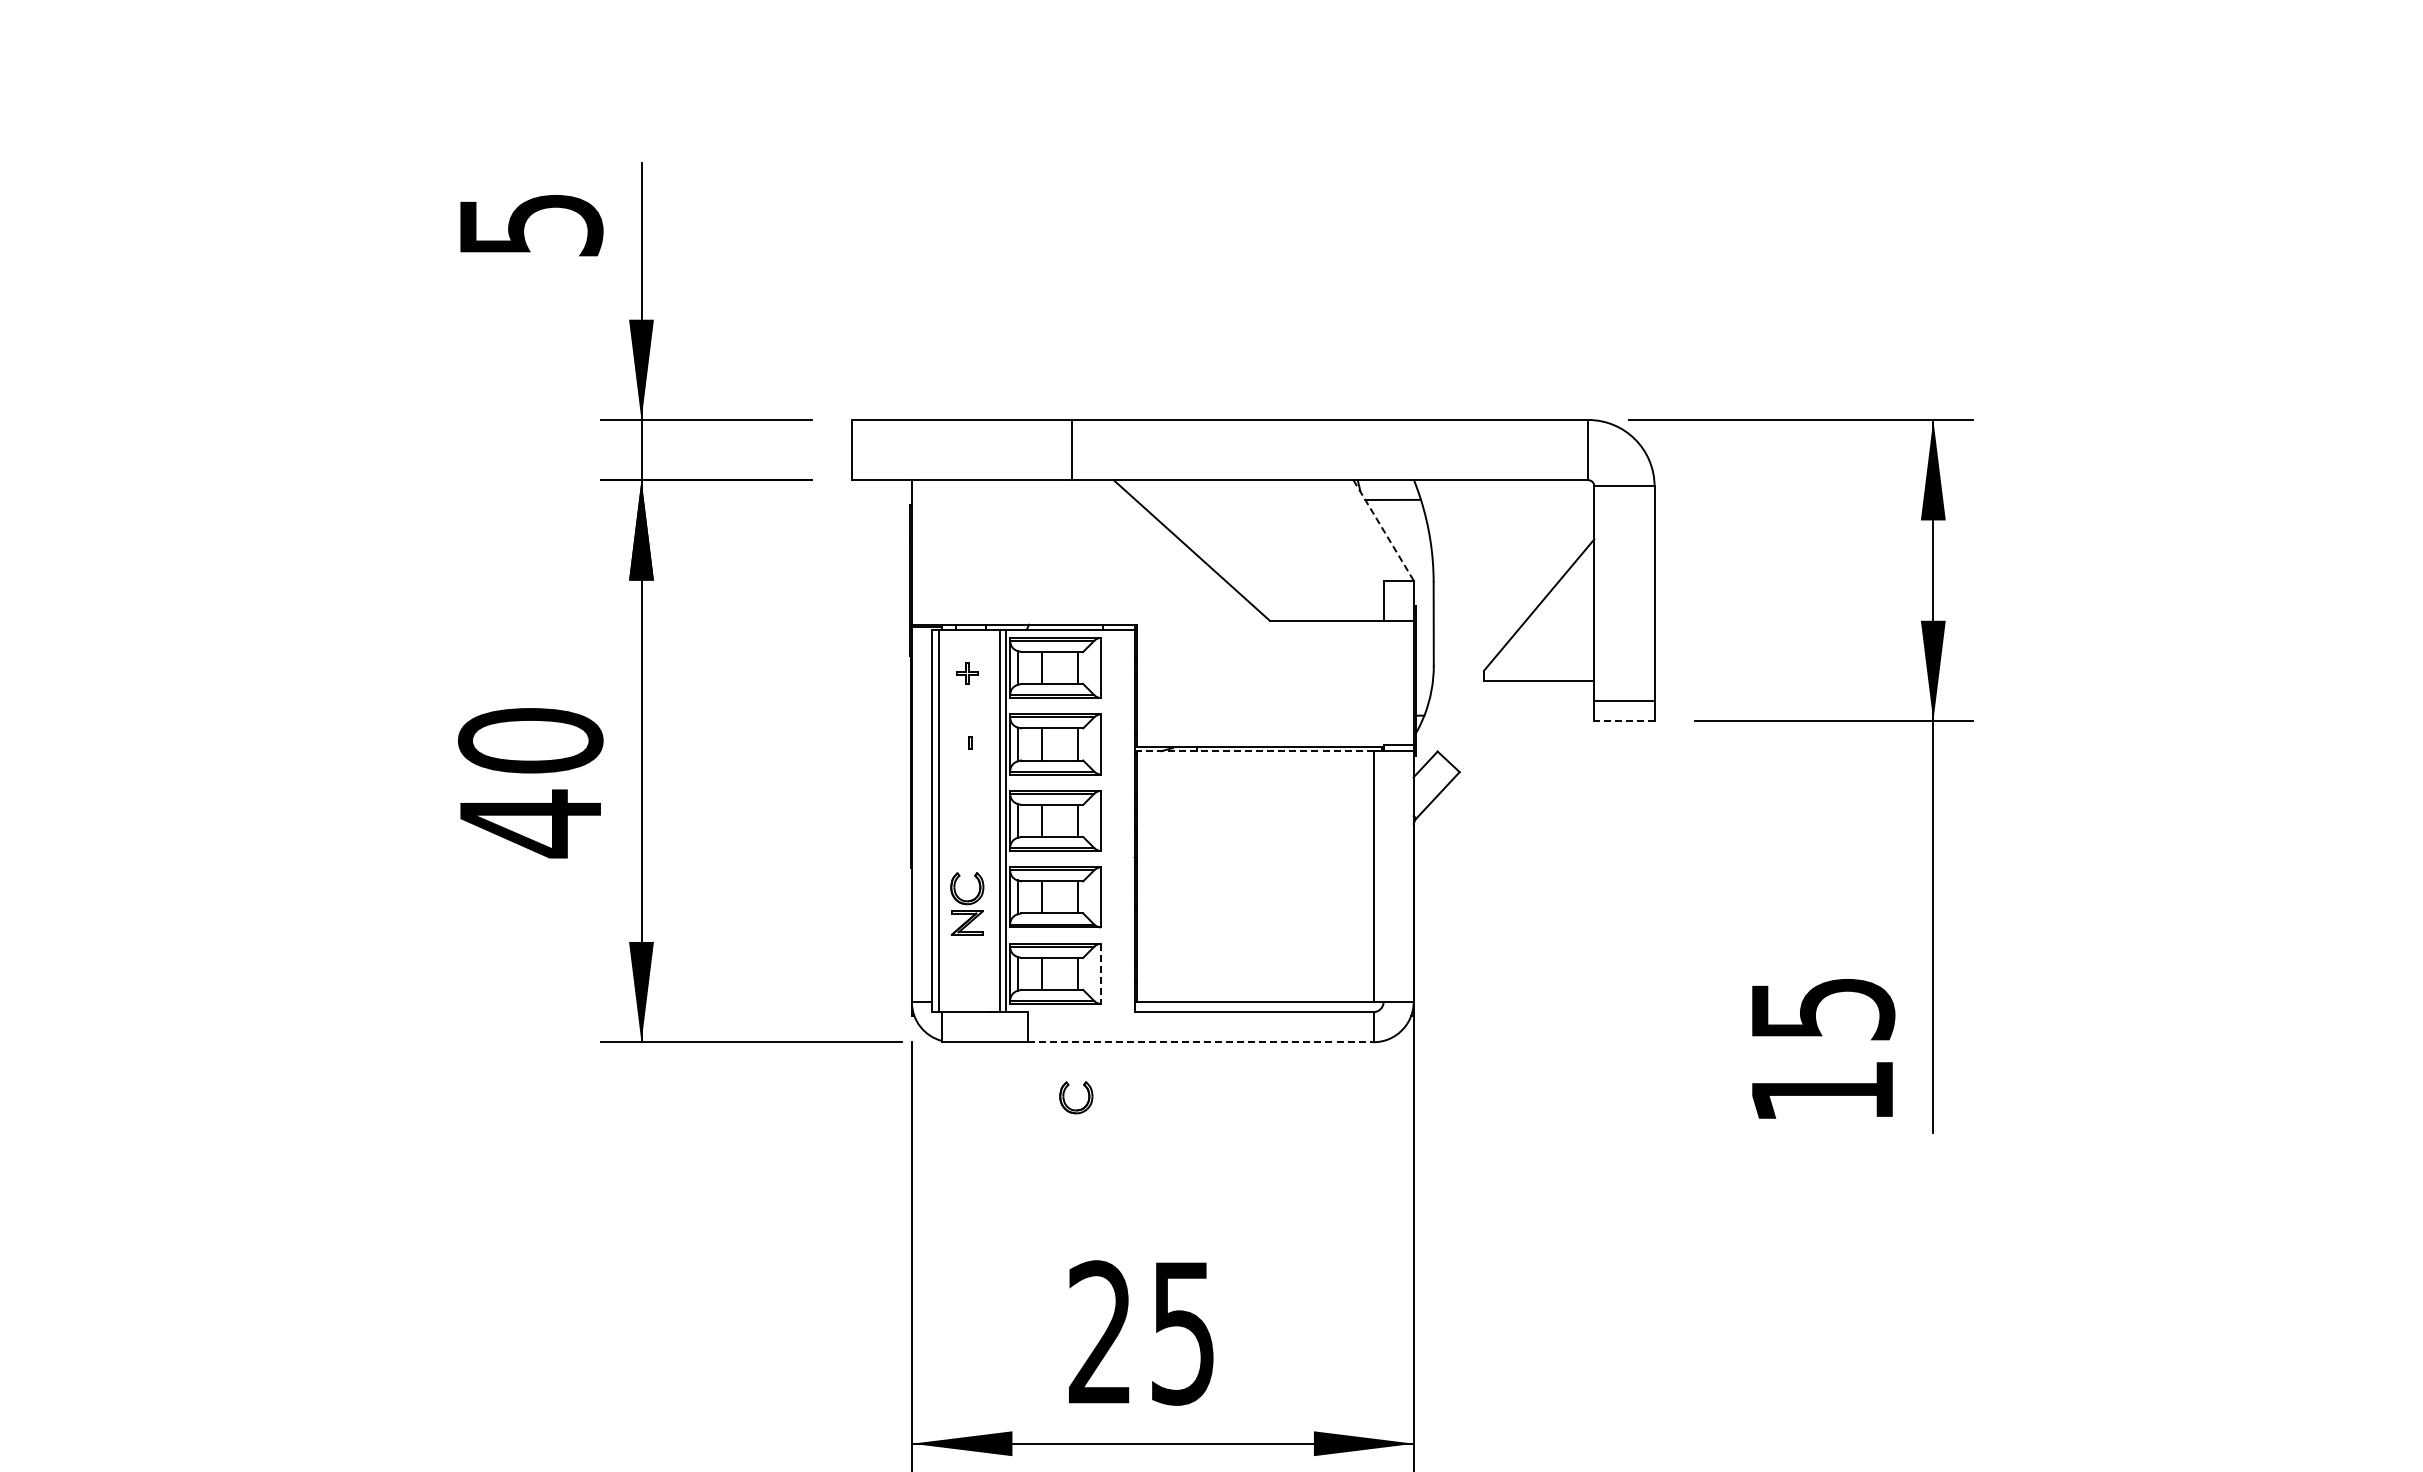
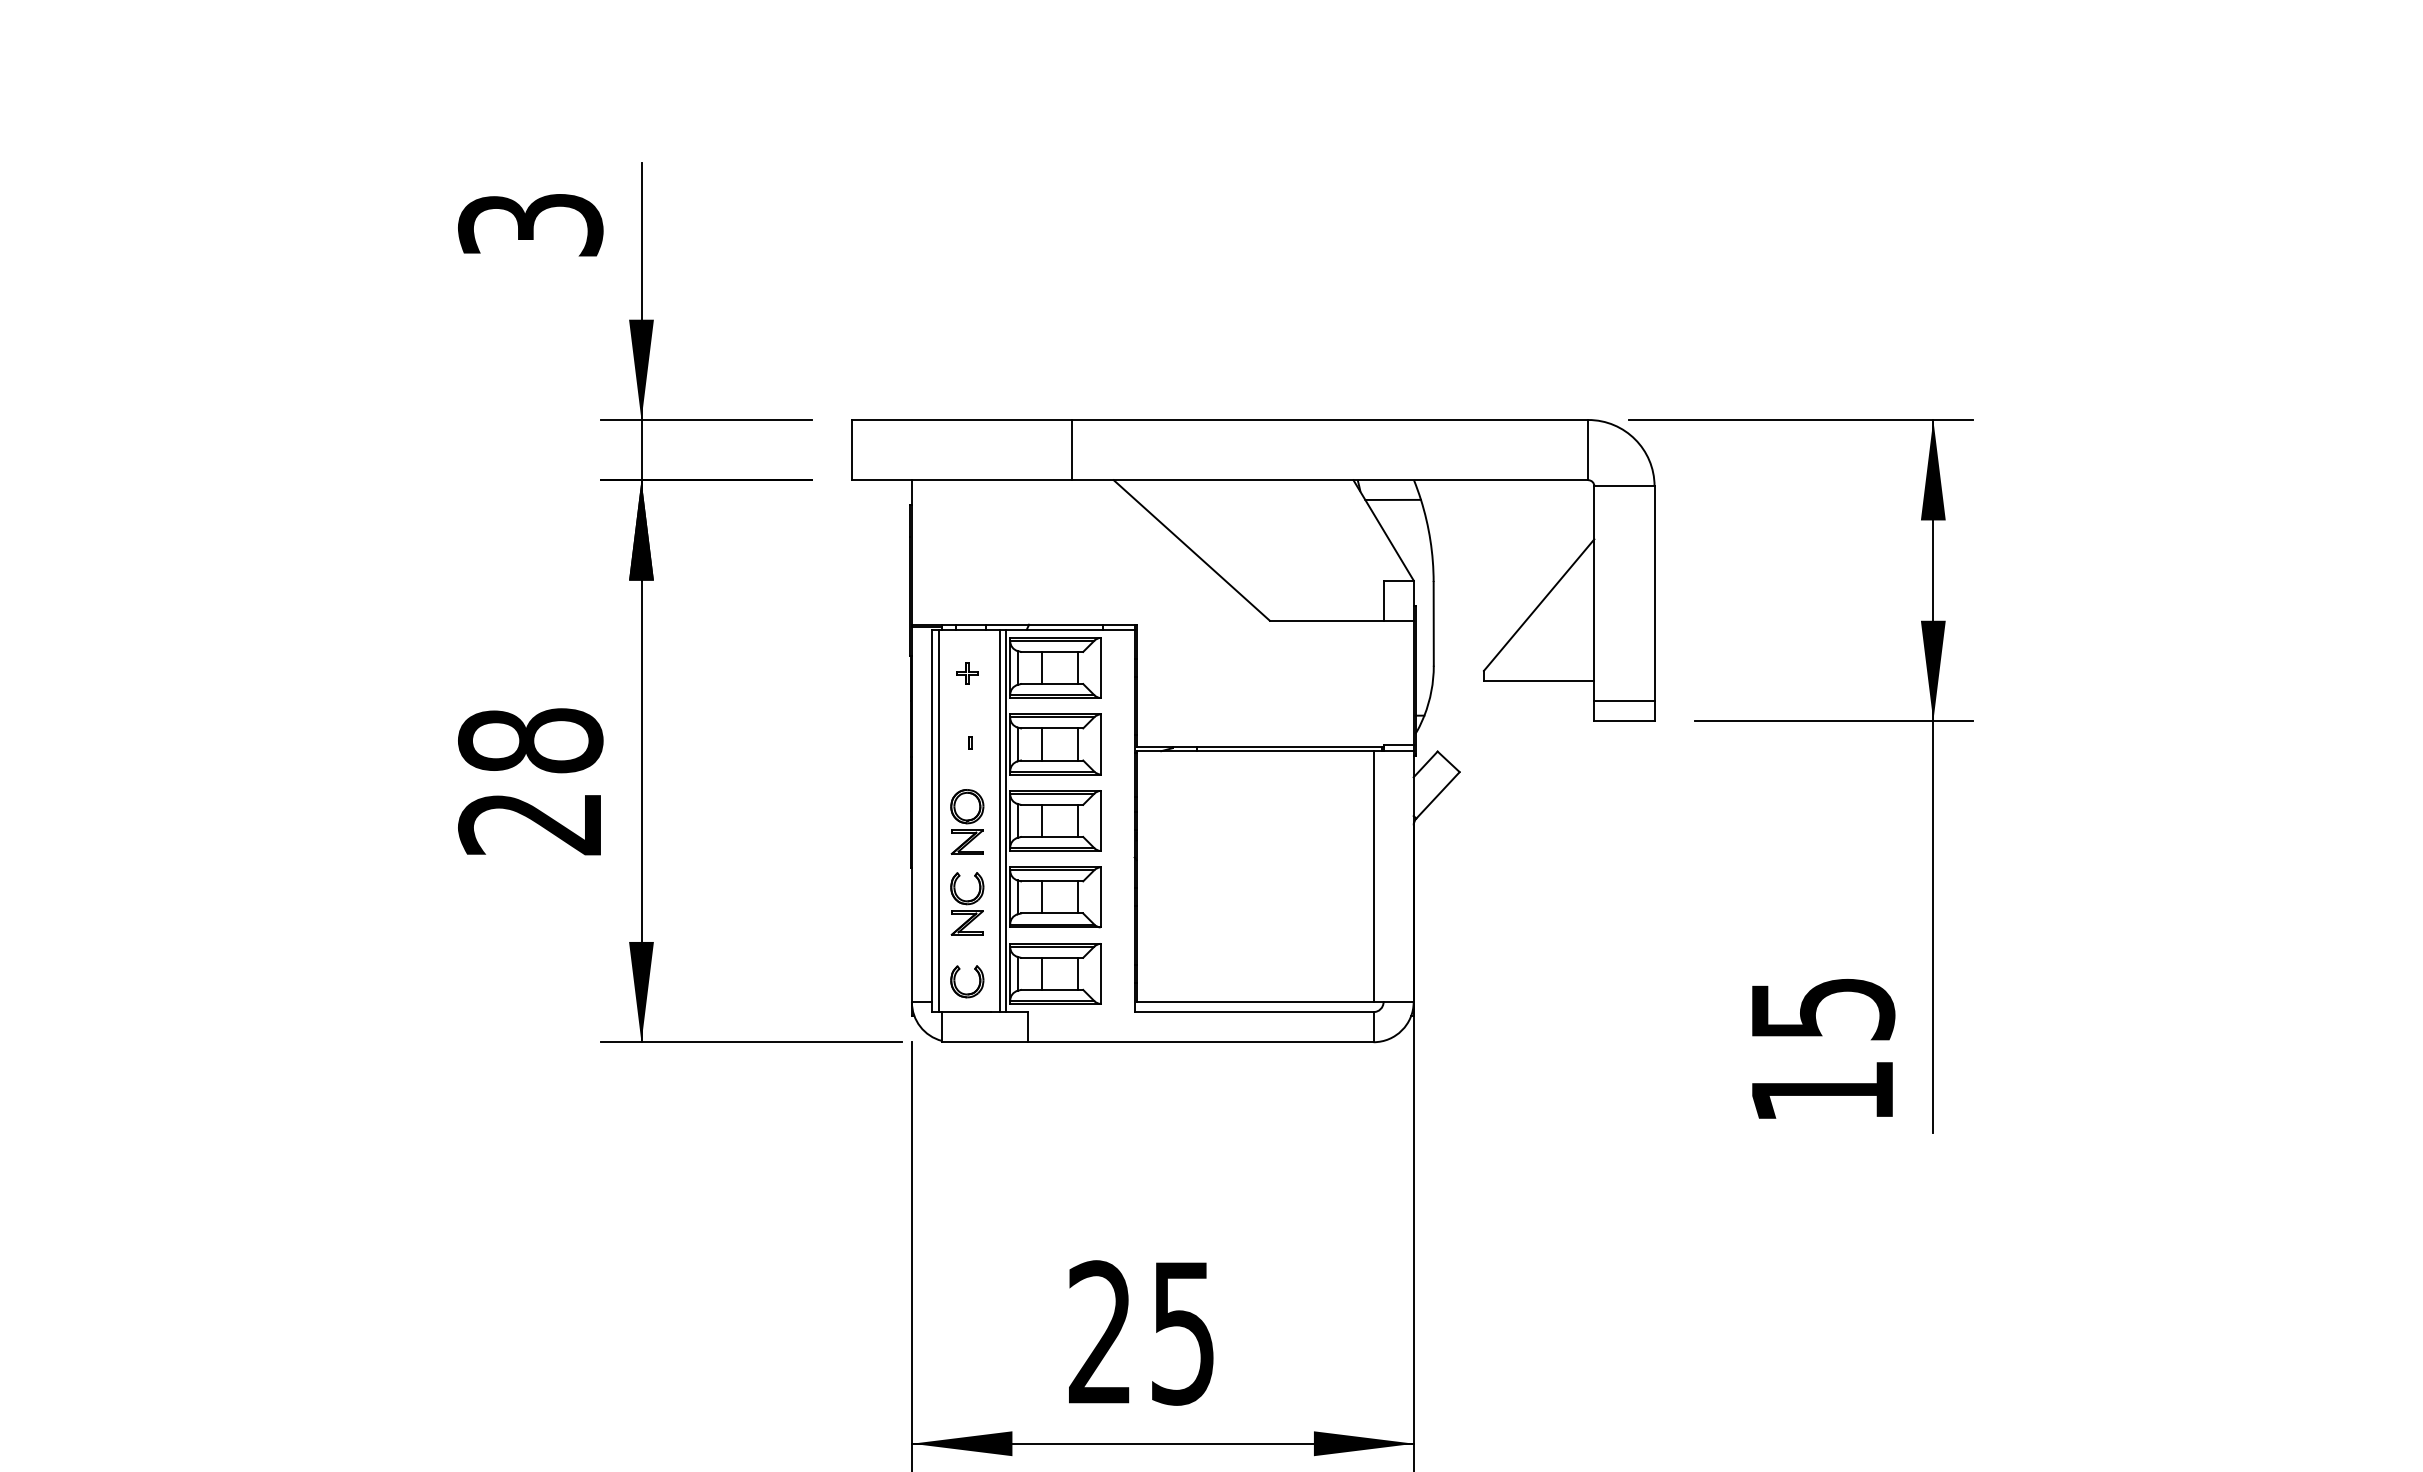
text at (530, 225): 5 -> 3
line at (1383, 530): dashed -> solid
line at (1623, 721): dashed -> solid
line at (1254, 751): dashed -> solid
text at (530, 783): 40 -> 28
part at (967, 821): none -> present
line at (1100, 974): dashed -> solid
line at (1200, 1042): dashed -> solid
part at (1087, 1100) position: (1087, 1100) -> (978, 984)
